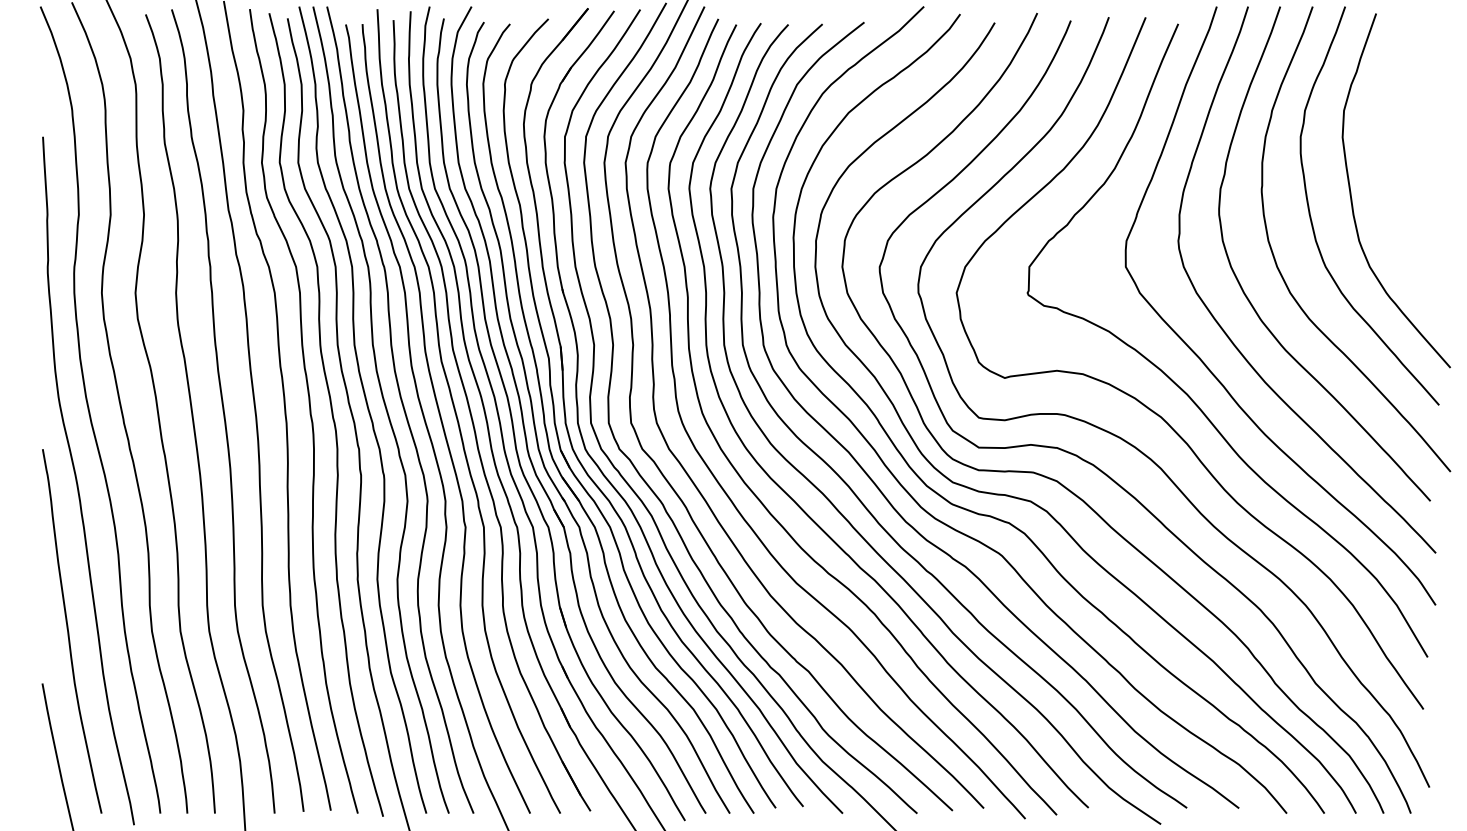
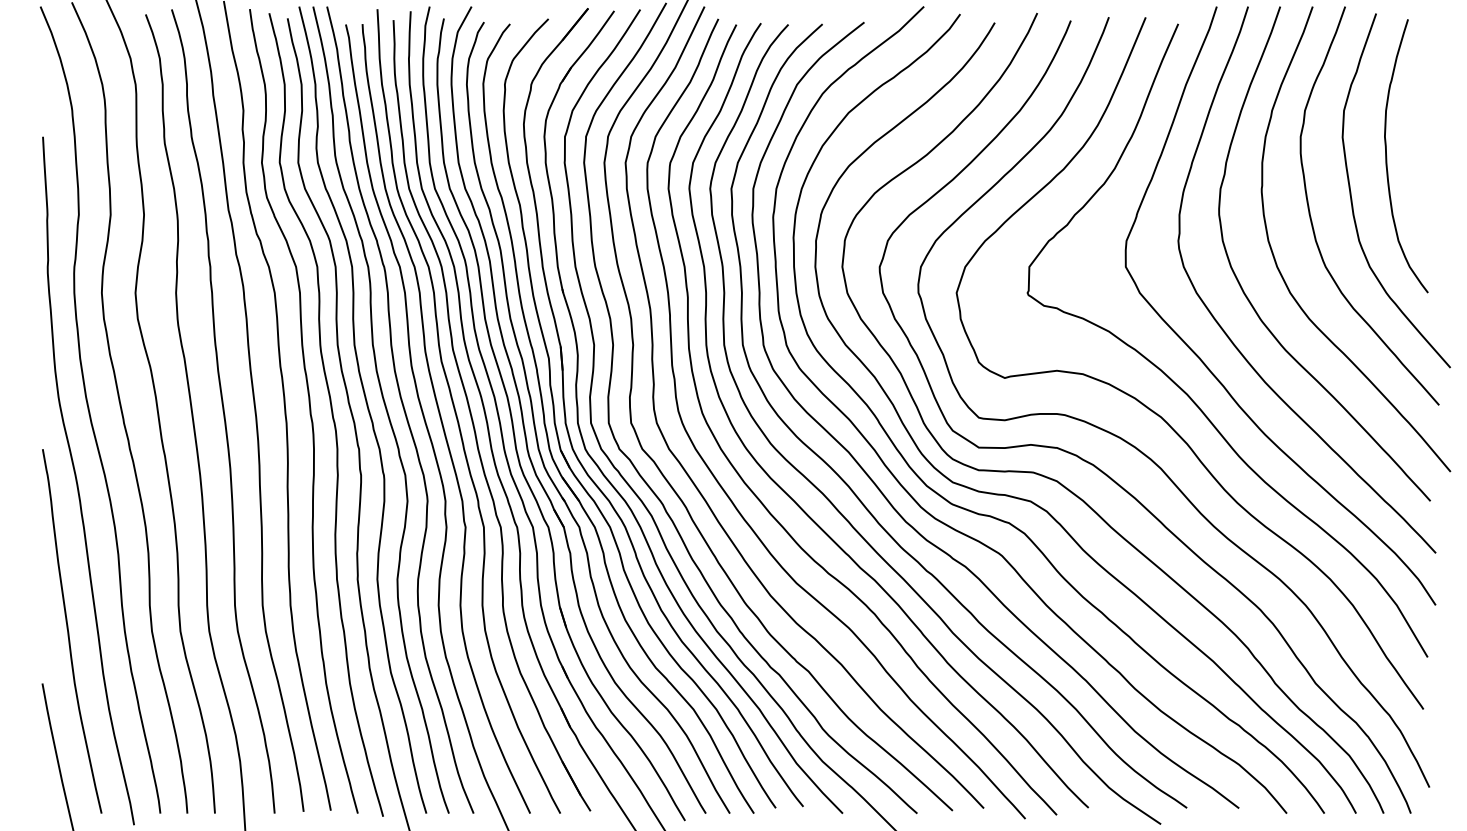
curve at (1387, 156): none -> present
